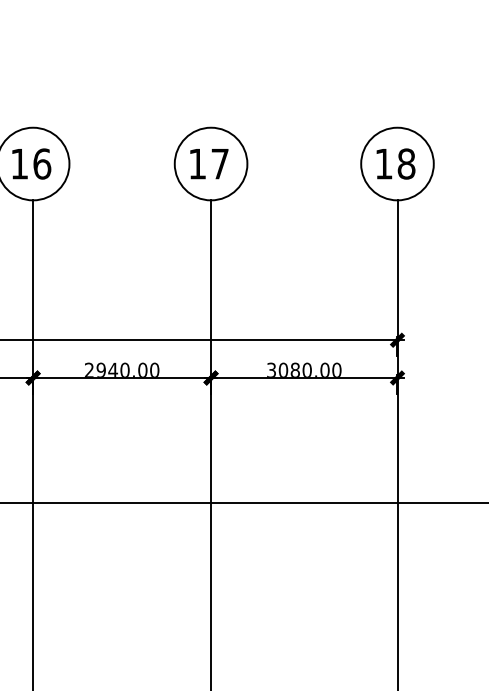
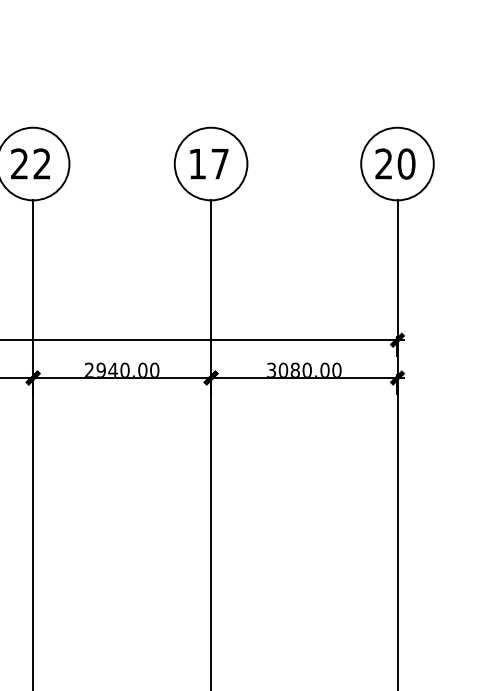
text at (31, 163): 16 -> 22
text at (395, 163): 18 -> 20
line at (243, 502): present -> none
